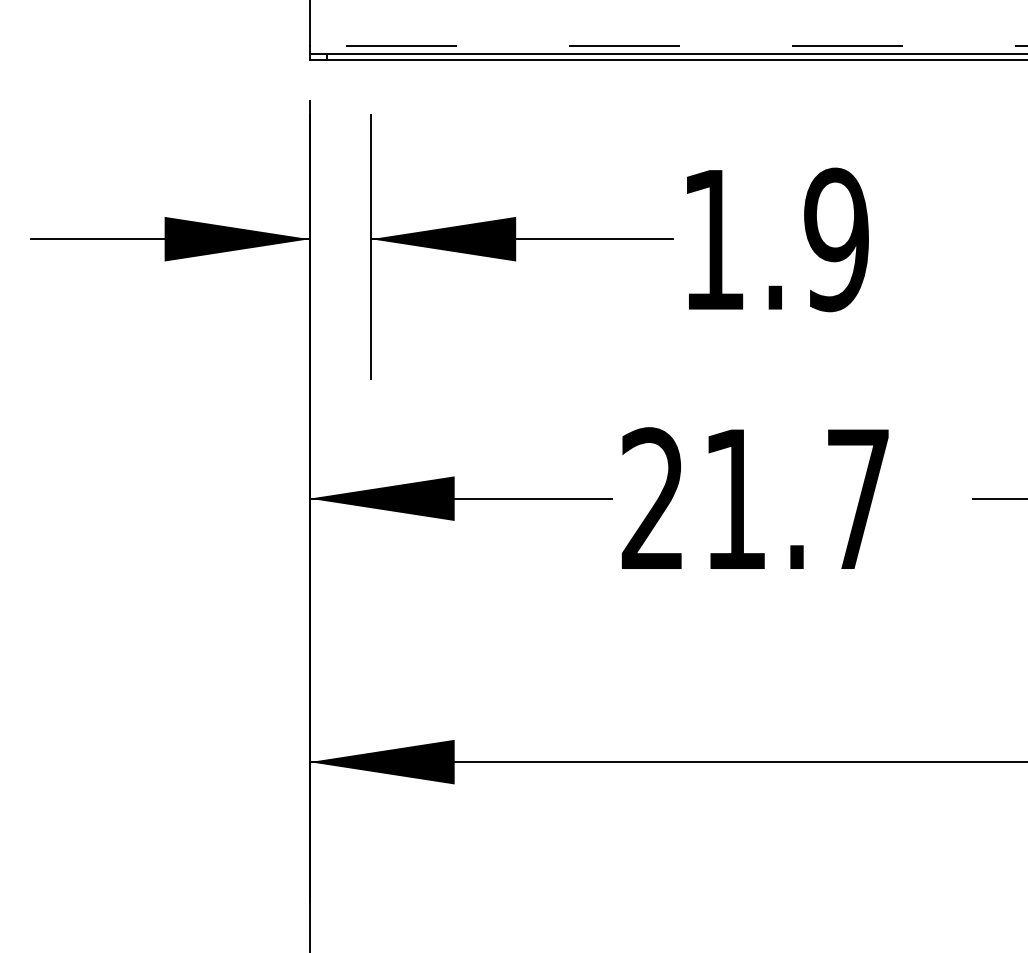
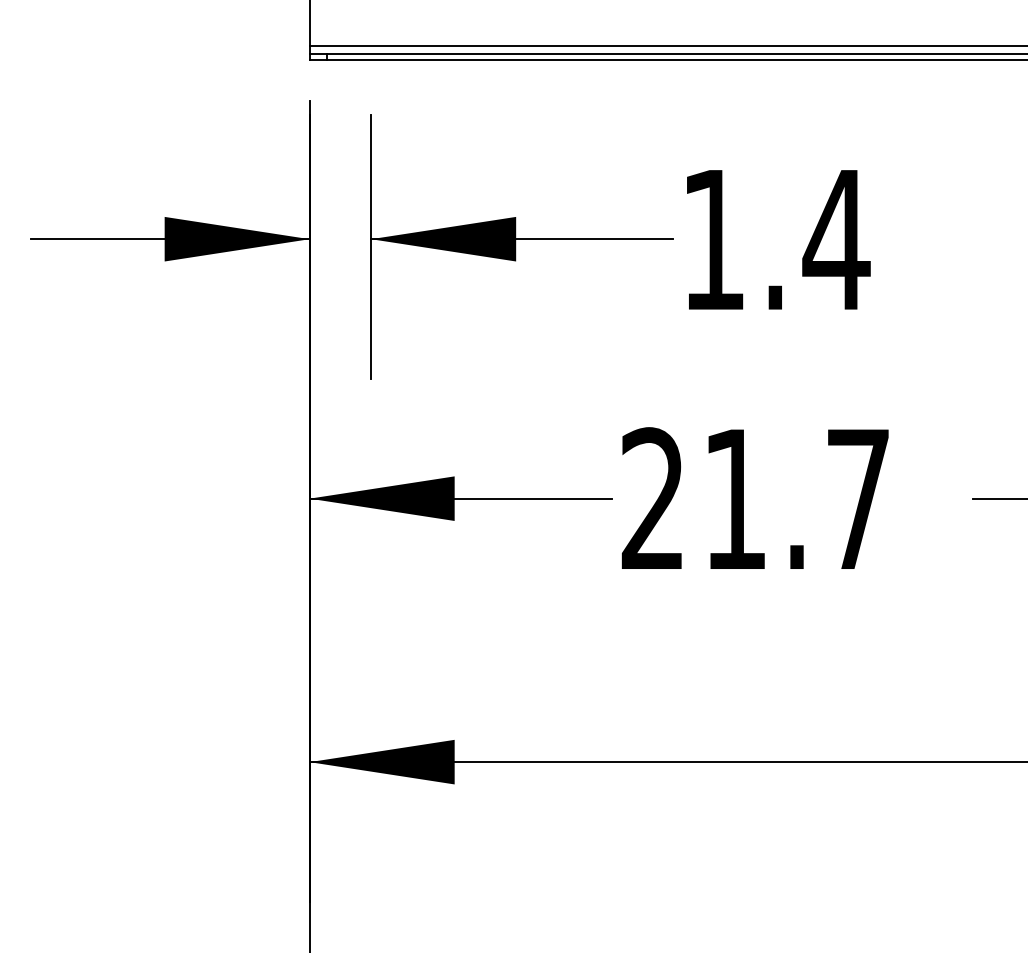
line at (668, 45): dashed -> solid
text at (836, 239): 1.9 -> 1.4
